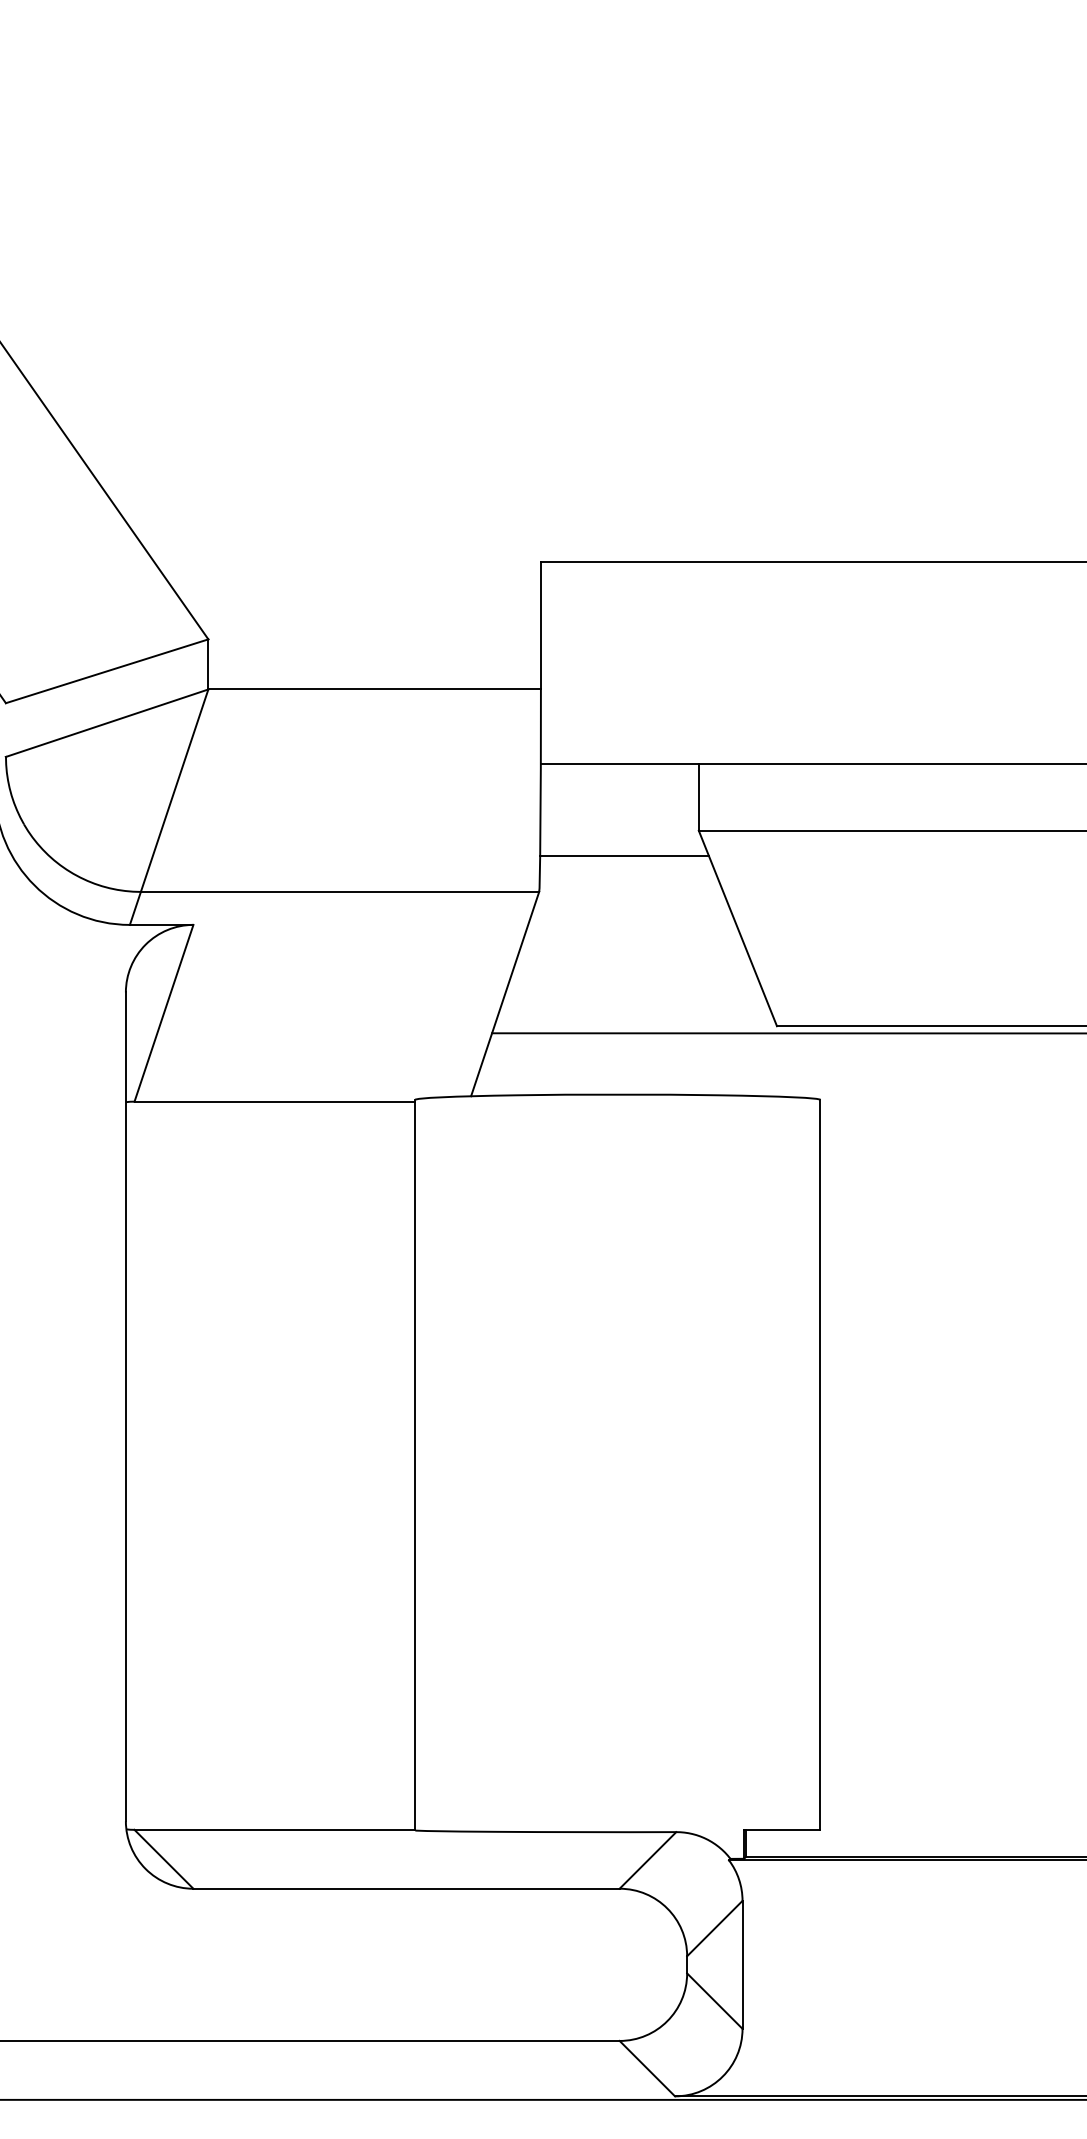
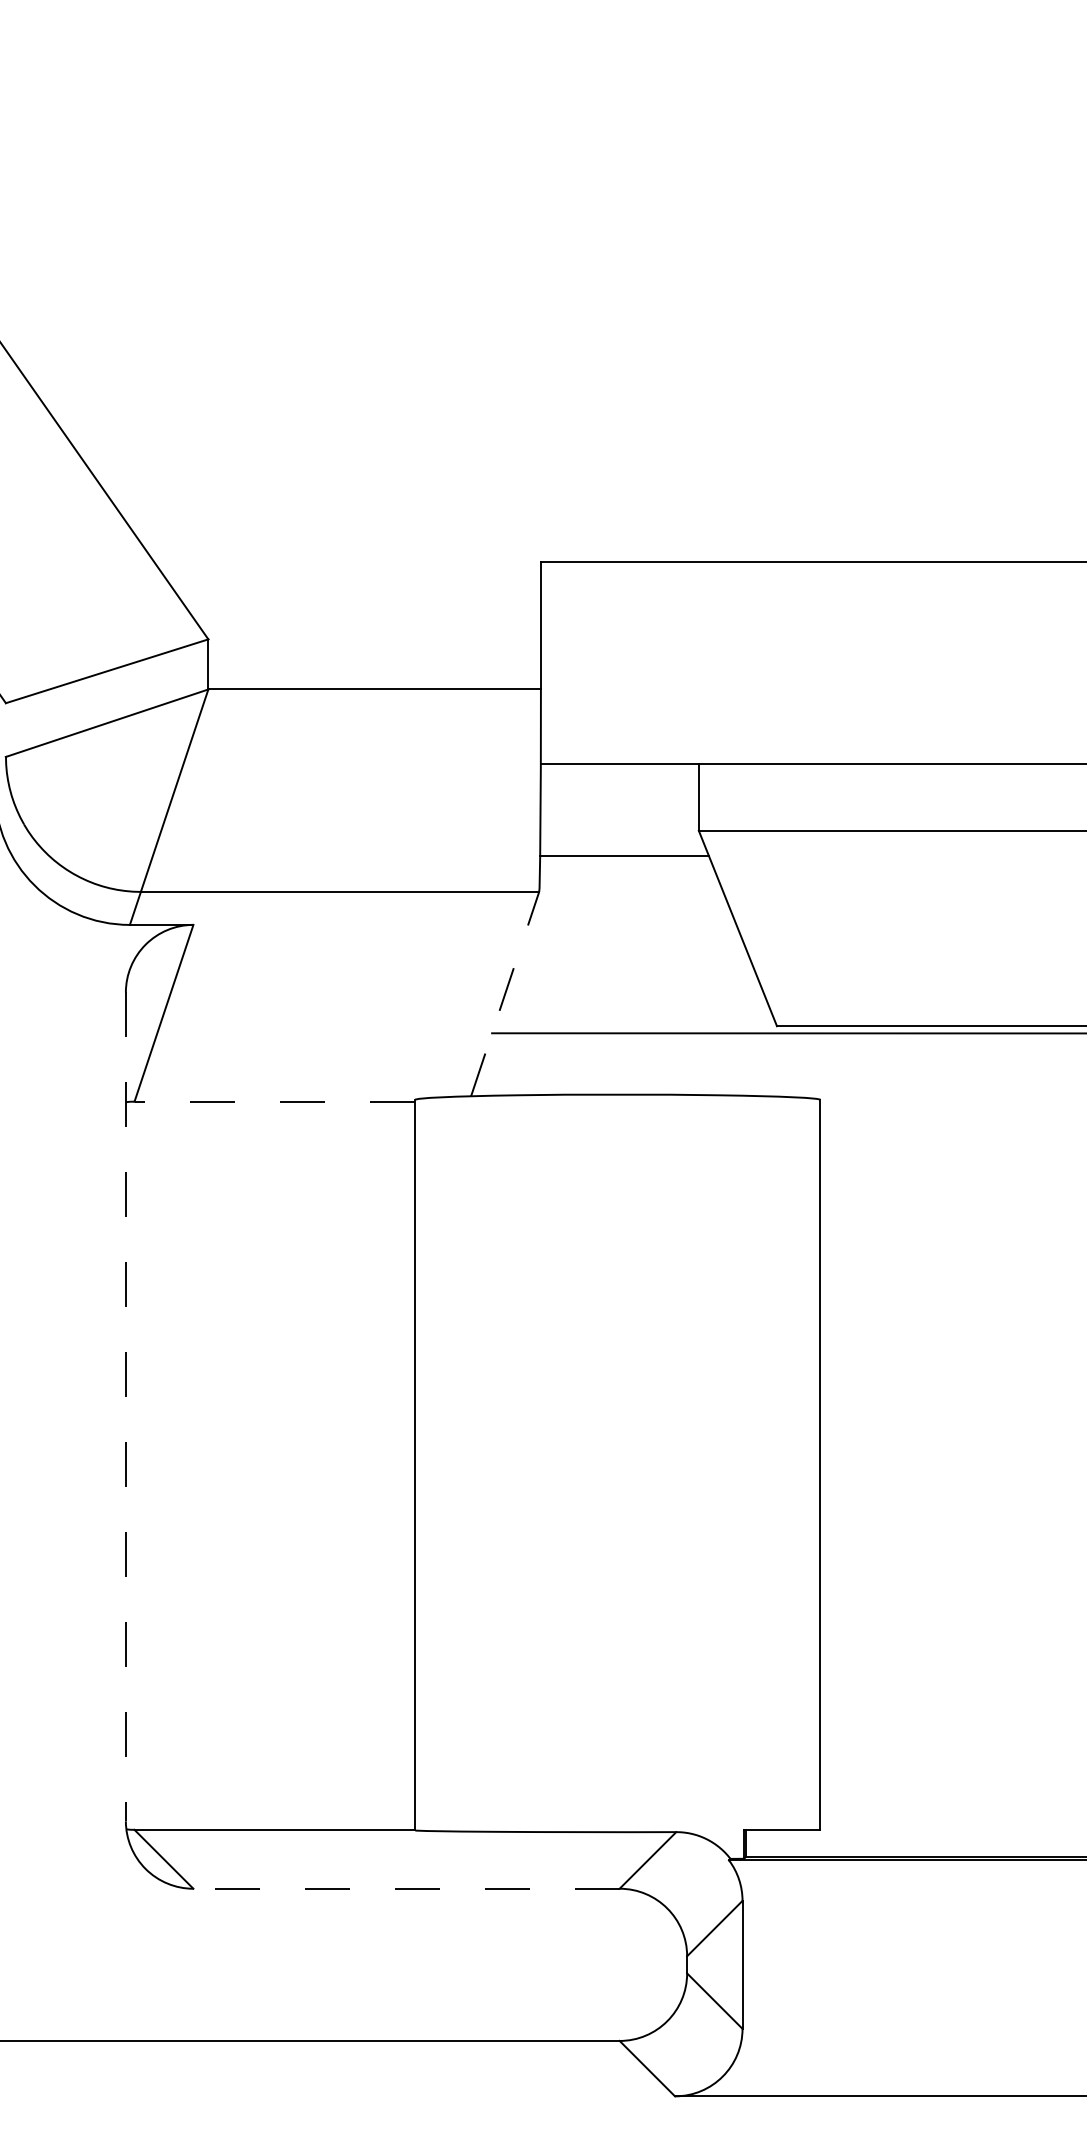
line at (505, 994): solid -> dashed
line at (274, 1101): solid -> dashed
line at (125, 1407): solid -> dashed
line at (406, 1888): solid -> dashed
line at (542, 2099): present -> none
